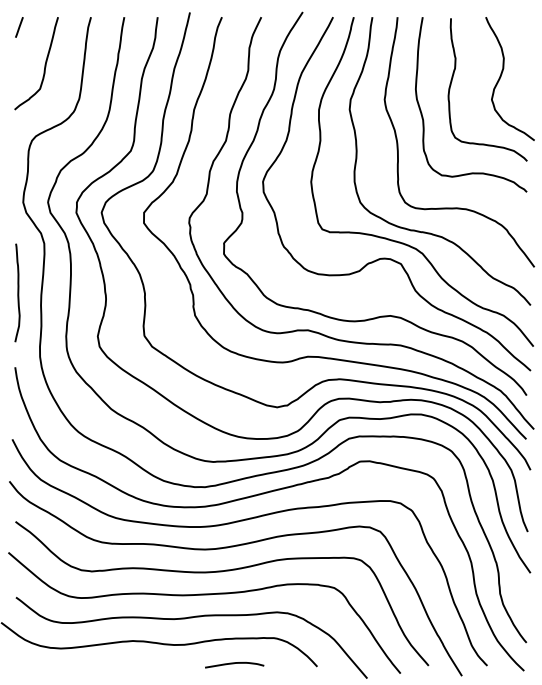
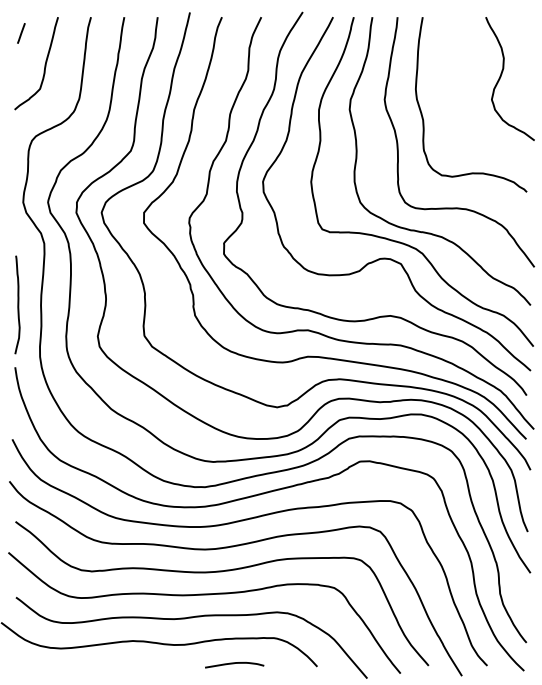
line at (19, 27) position: (19, 27) -> (21, 33)
curve at (452, 81): present -> none
curve at (17, 292) position: (17, 292) -> (17, 304)
